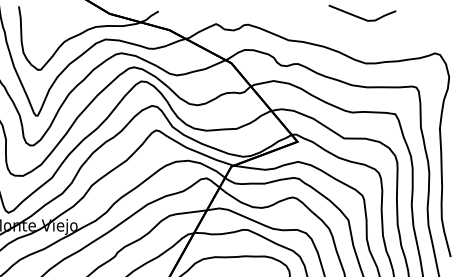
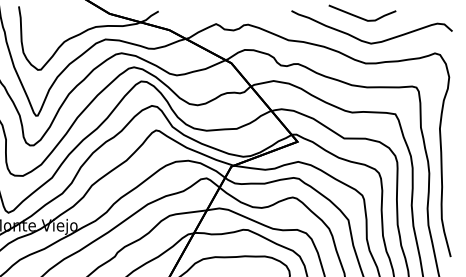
curve at (367, 41): none -> present
